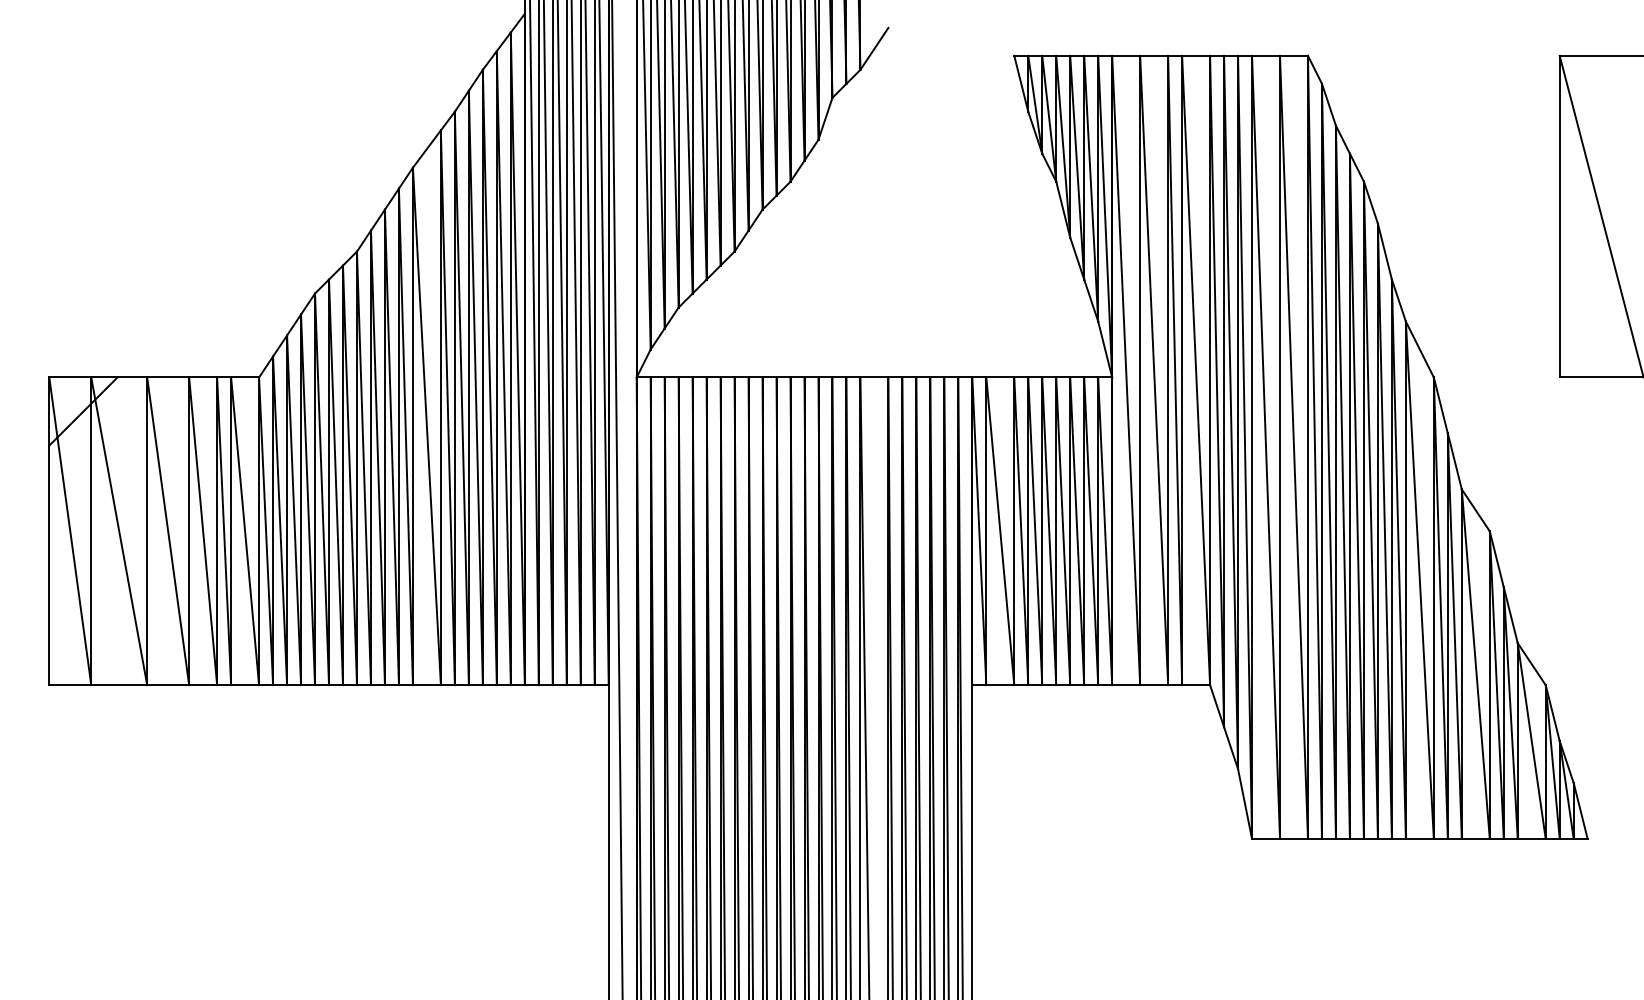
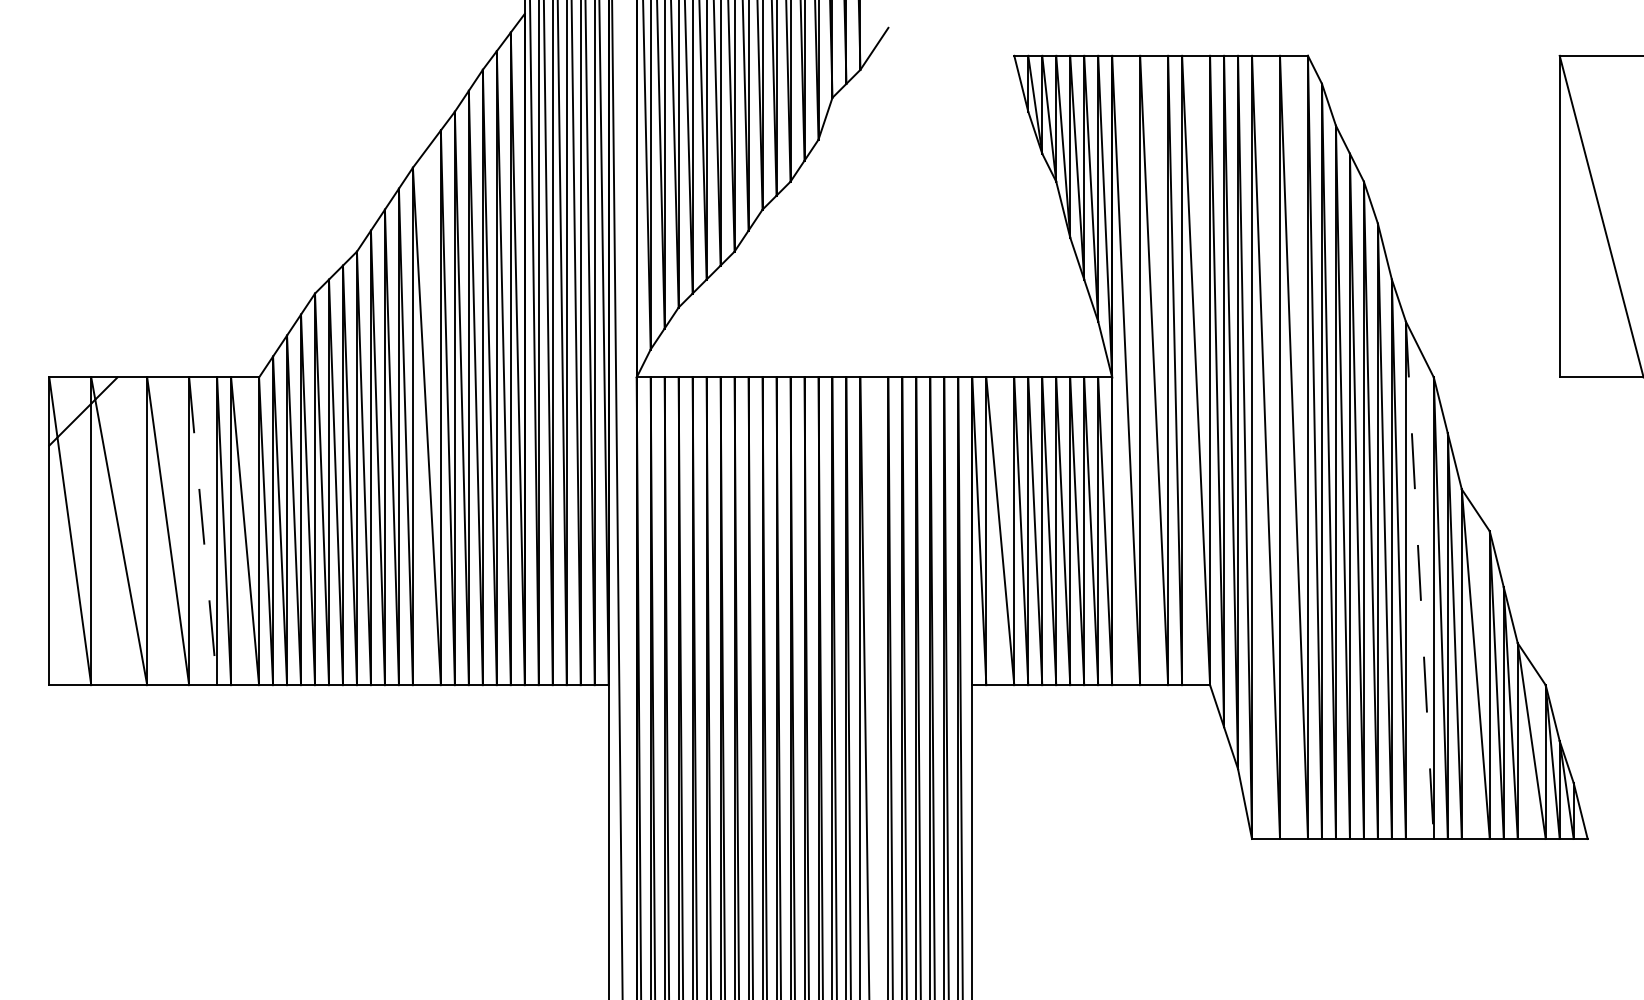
line at (203, 531): solid -> dashed
line at (1419, 580): solid -> dashed
